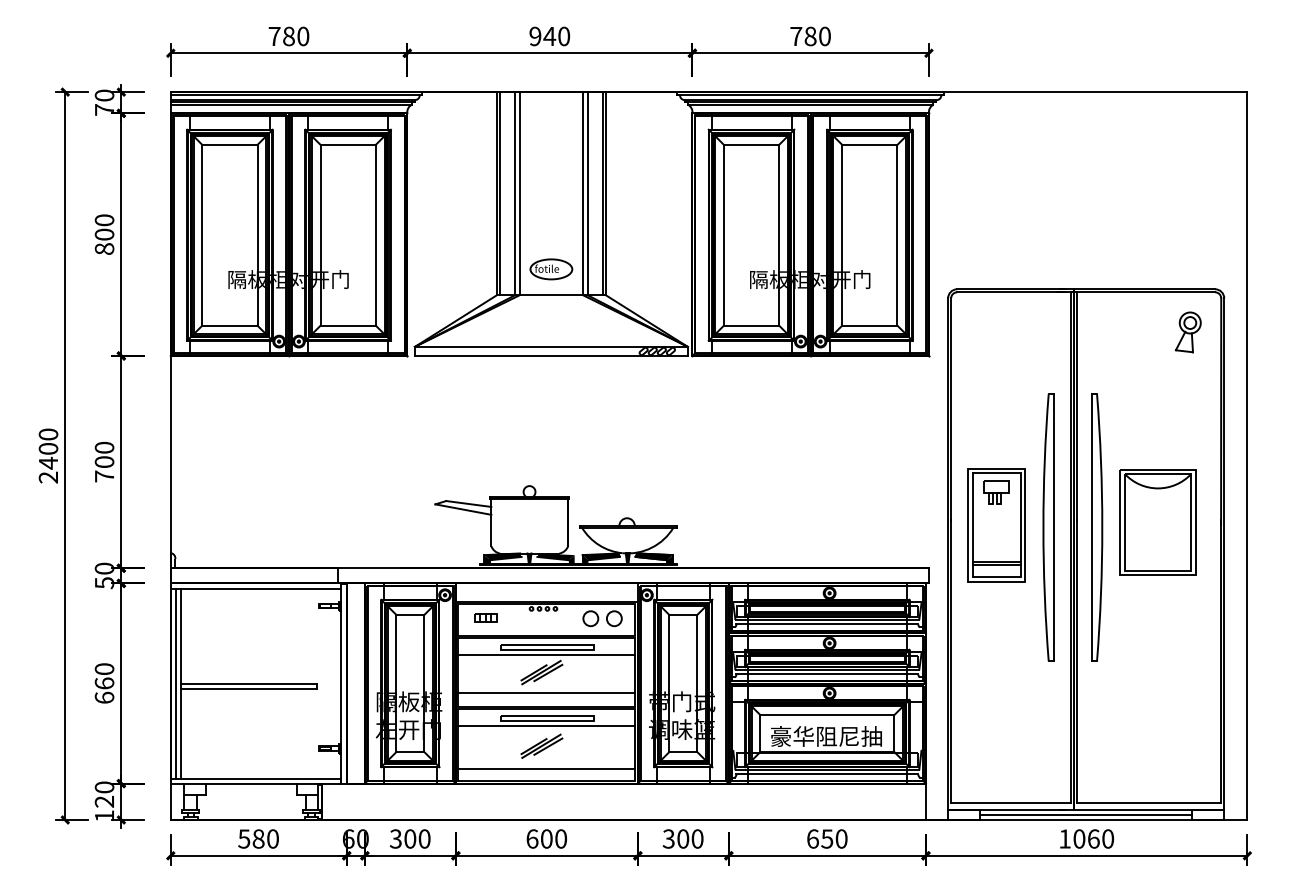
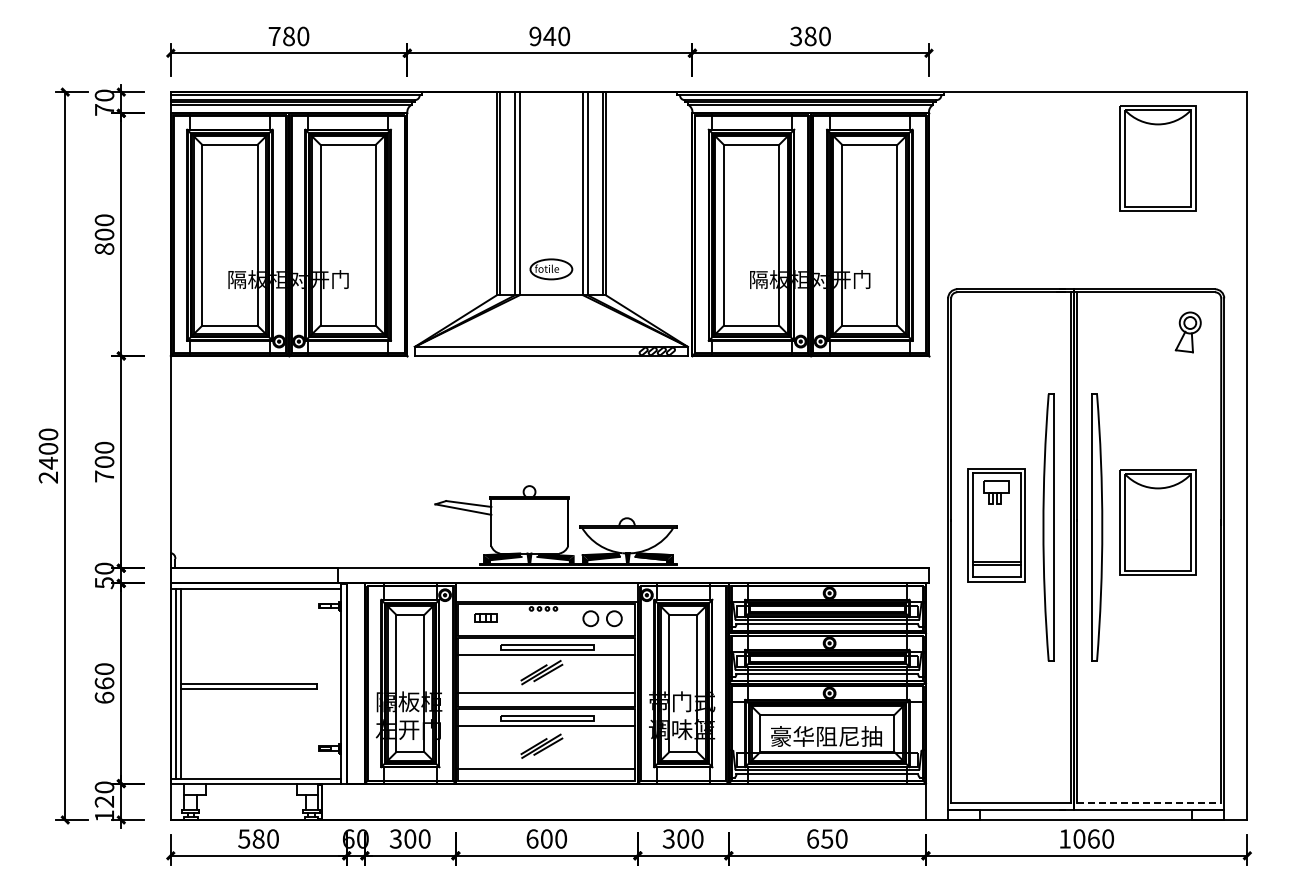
text at (796, 36): 780 -> 380
part at (1157, 158): none -> present
line at (1149, 803): solid -> dashed
line at (1086, 814): present -> none
